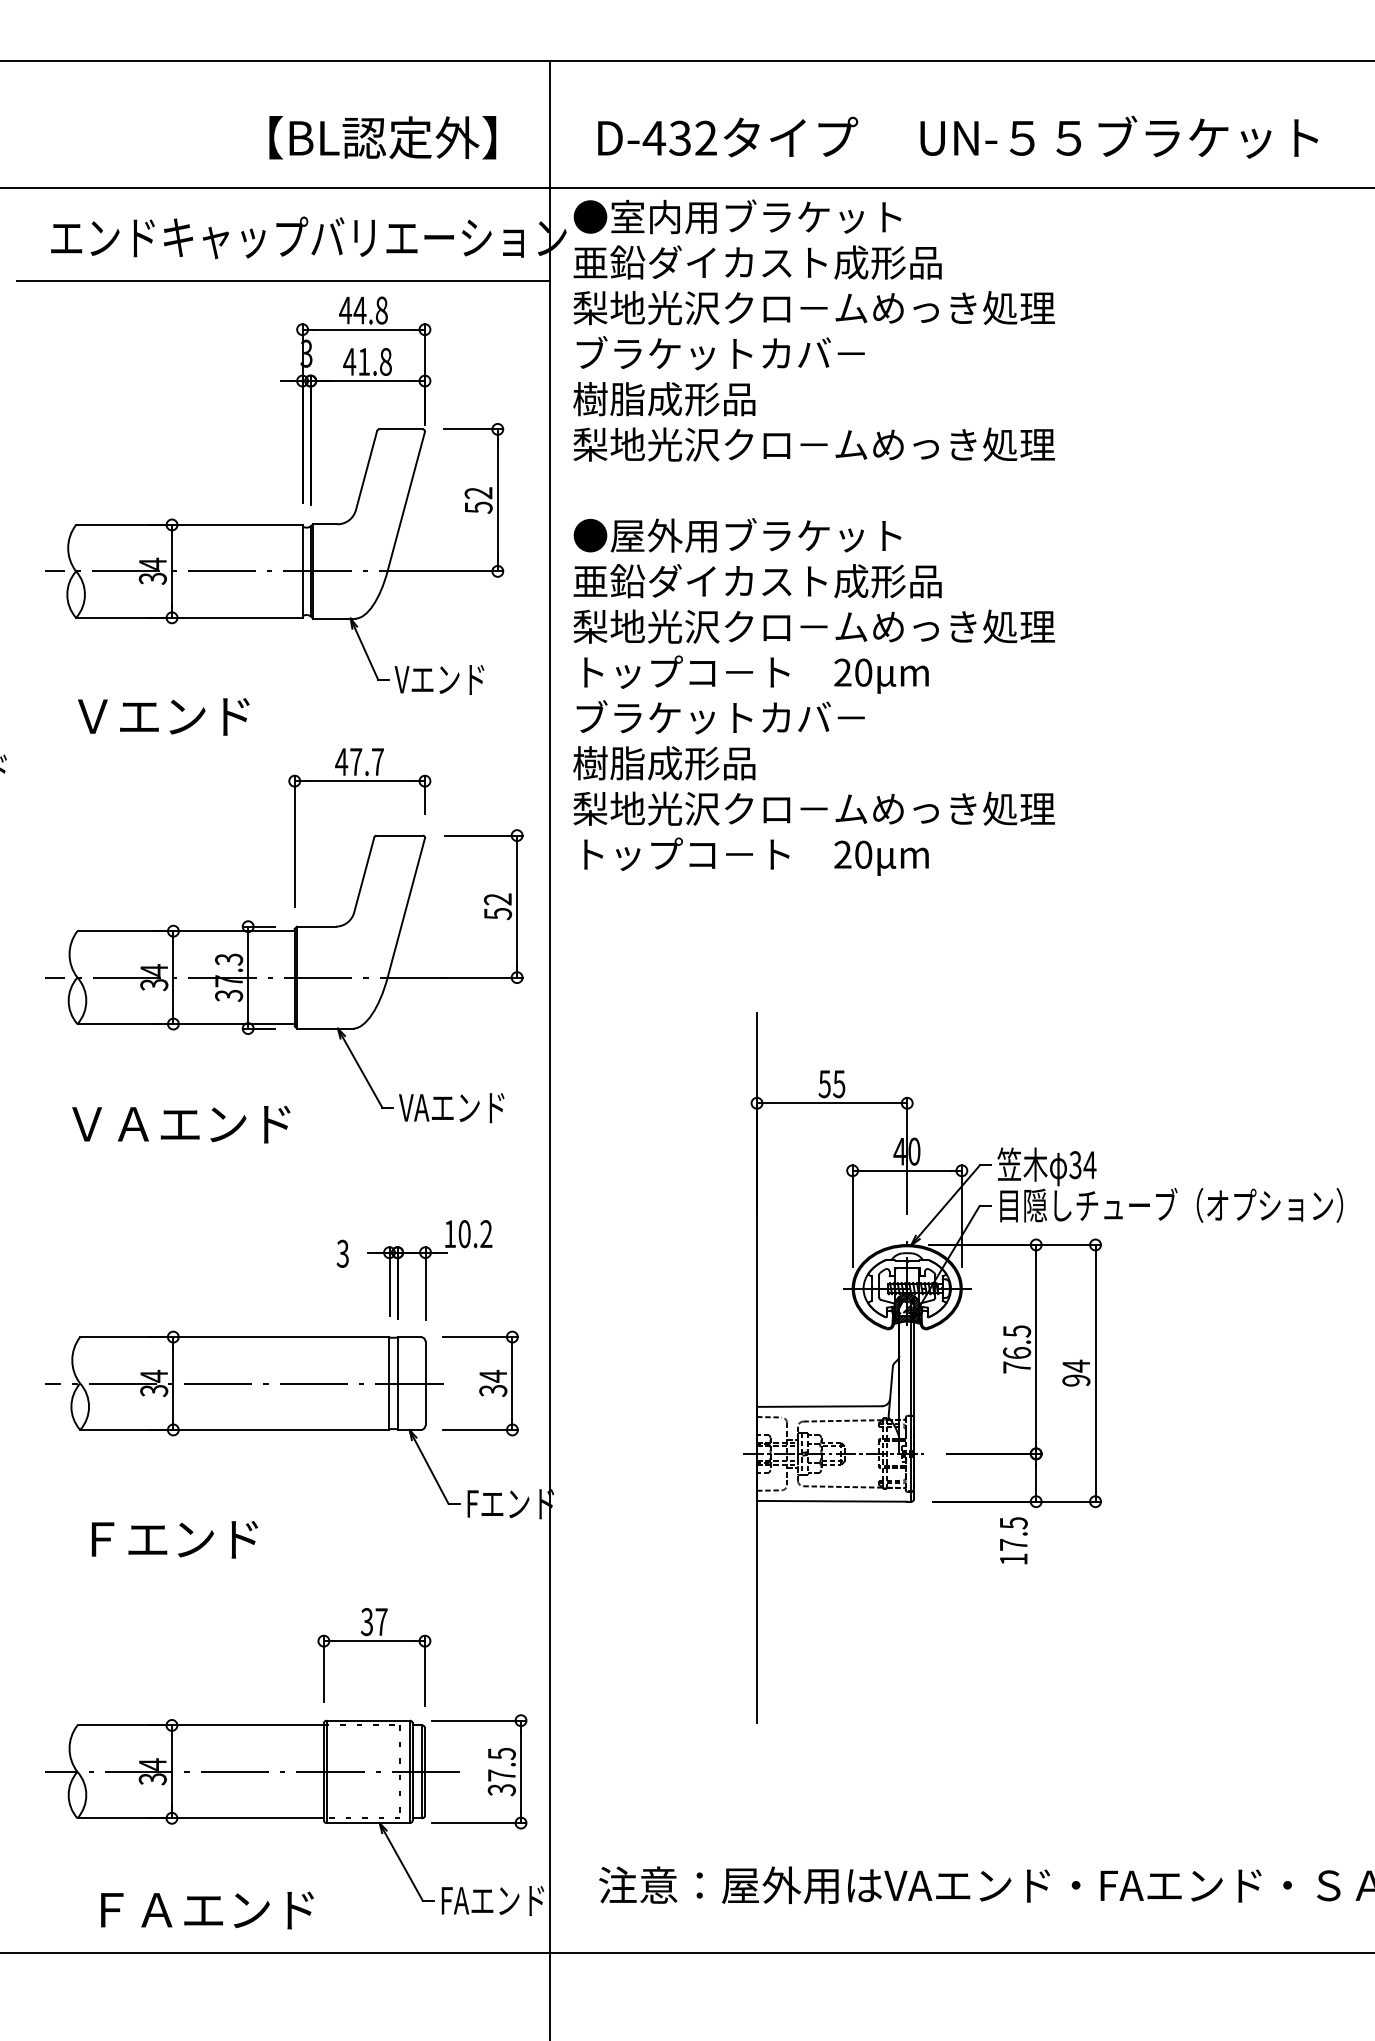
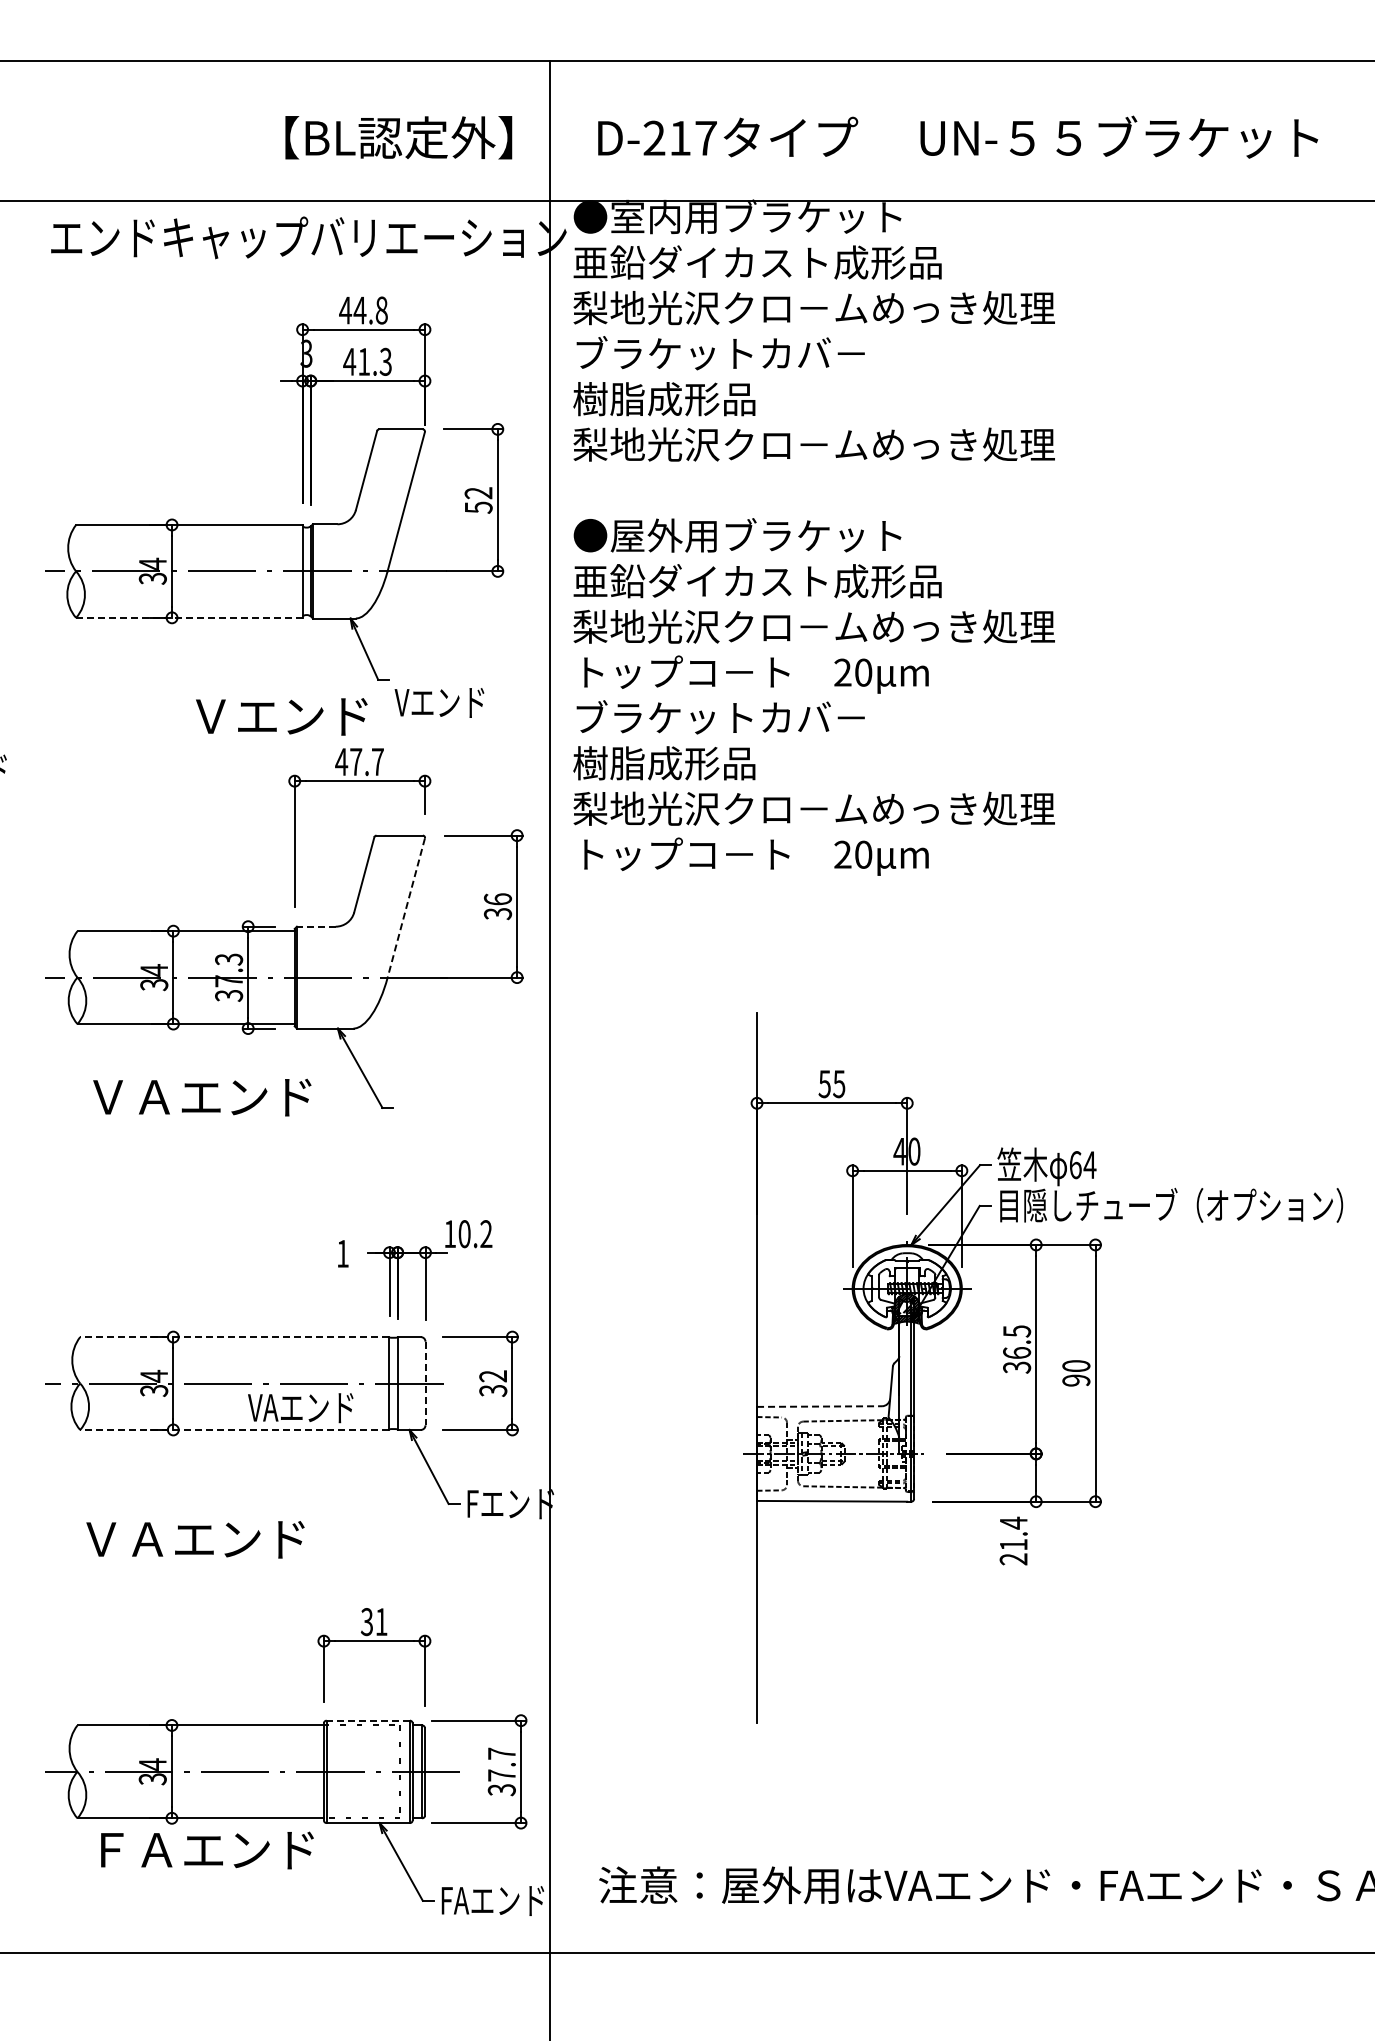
text at (382, 137) position: (382, 137) -> (398, 137)
text at (679, 137): D-432 -> D-217
line at (686, 187) position: (686, 187) -> (686, 200)
line at (283, 281): present -> none
text at (385, 361): 41.8 -> 41.3
line at (188, 617): solid -> dashed
text at (439, 679) position: (439, 679) -> (439, 702)
text at (163, 716) position: (163, 716) -> (281, 716)
text at (497, 906): 52 -> 36
line at (406, 908): solid -> dashed
line at (315, 926): solid -> dashed
text at (451, 1108) position: (451, 1108) -> (300, 1408)
text at (181, 1124) position: (181, 1124) -> (202, 1097)
text at (1075, 1165): 34 -> 64
text at (342, 1253): 3 -> 1
line at (234, 1337): solid -> dashed
text at (1076, 1365): 94 -> 90
text at (1017, 1367): 76.5 -> 36.5
text at (492, 1375): 34 -> 32
line at (425, 1383): solid -> dashed
line at (820, 1406): solid -> dashed
line at (234, 1429): solid -> dashed
text at (195, 1539): Ｆエンド -> ＶＡエンド
text at (1013, 1540): 17.5 -> 21.4
text at (381, 1621): 37 -> 31
line at (368, 1720): solid -> dashed
text at (501, 1753): 37.5 -> 37.7
text at (207, 1910) position: (207, 1910) -> (207, 1850)
